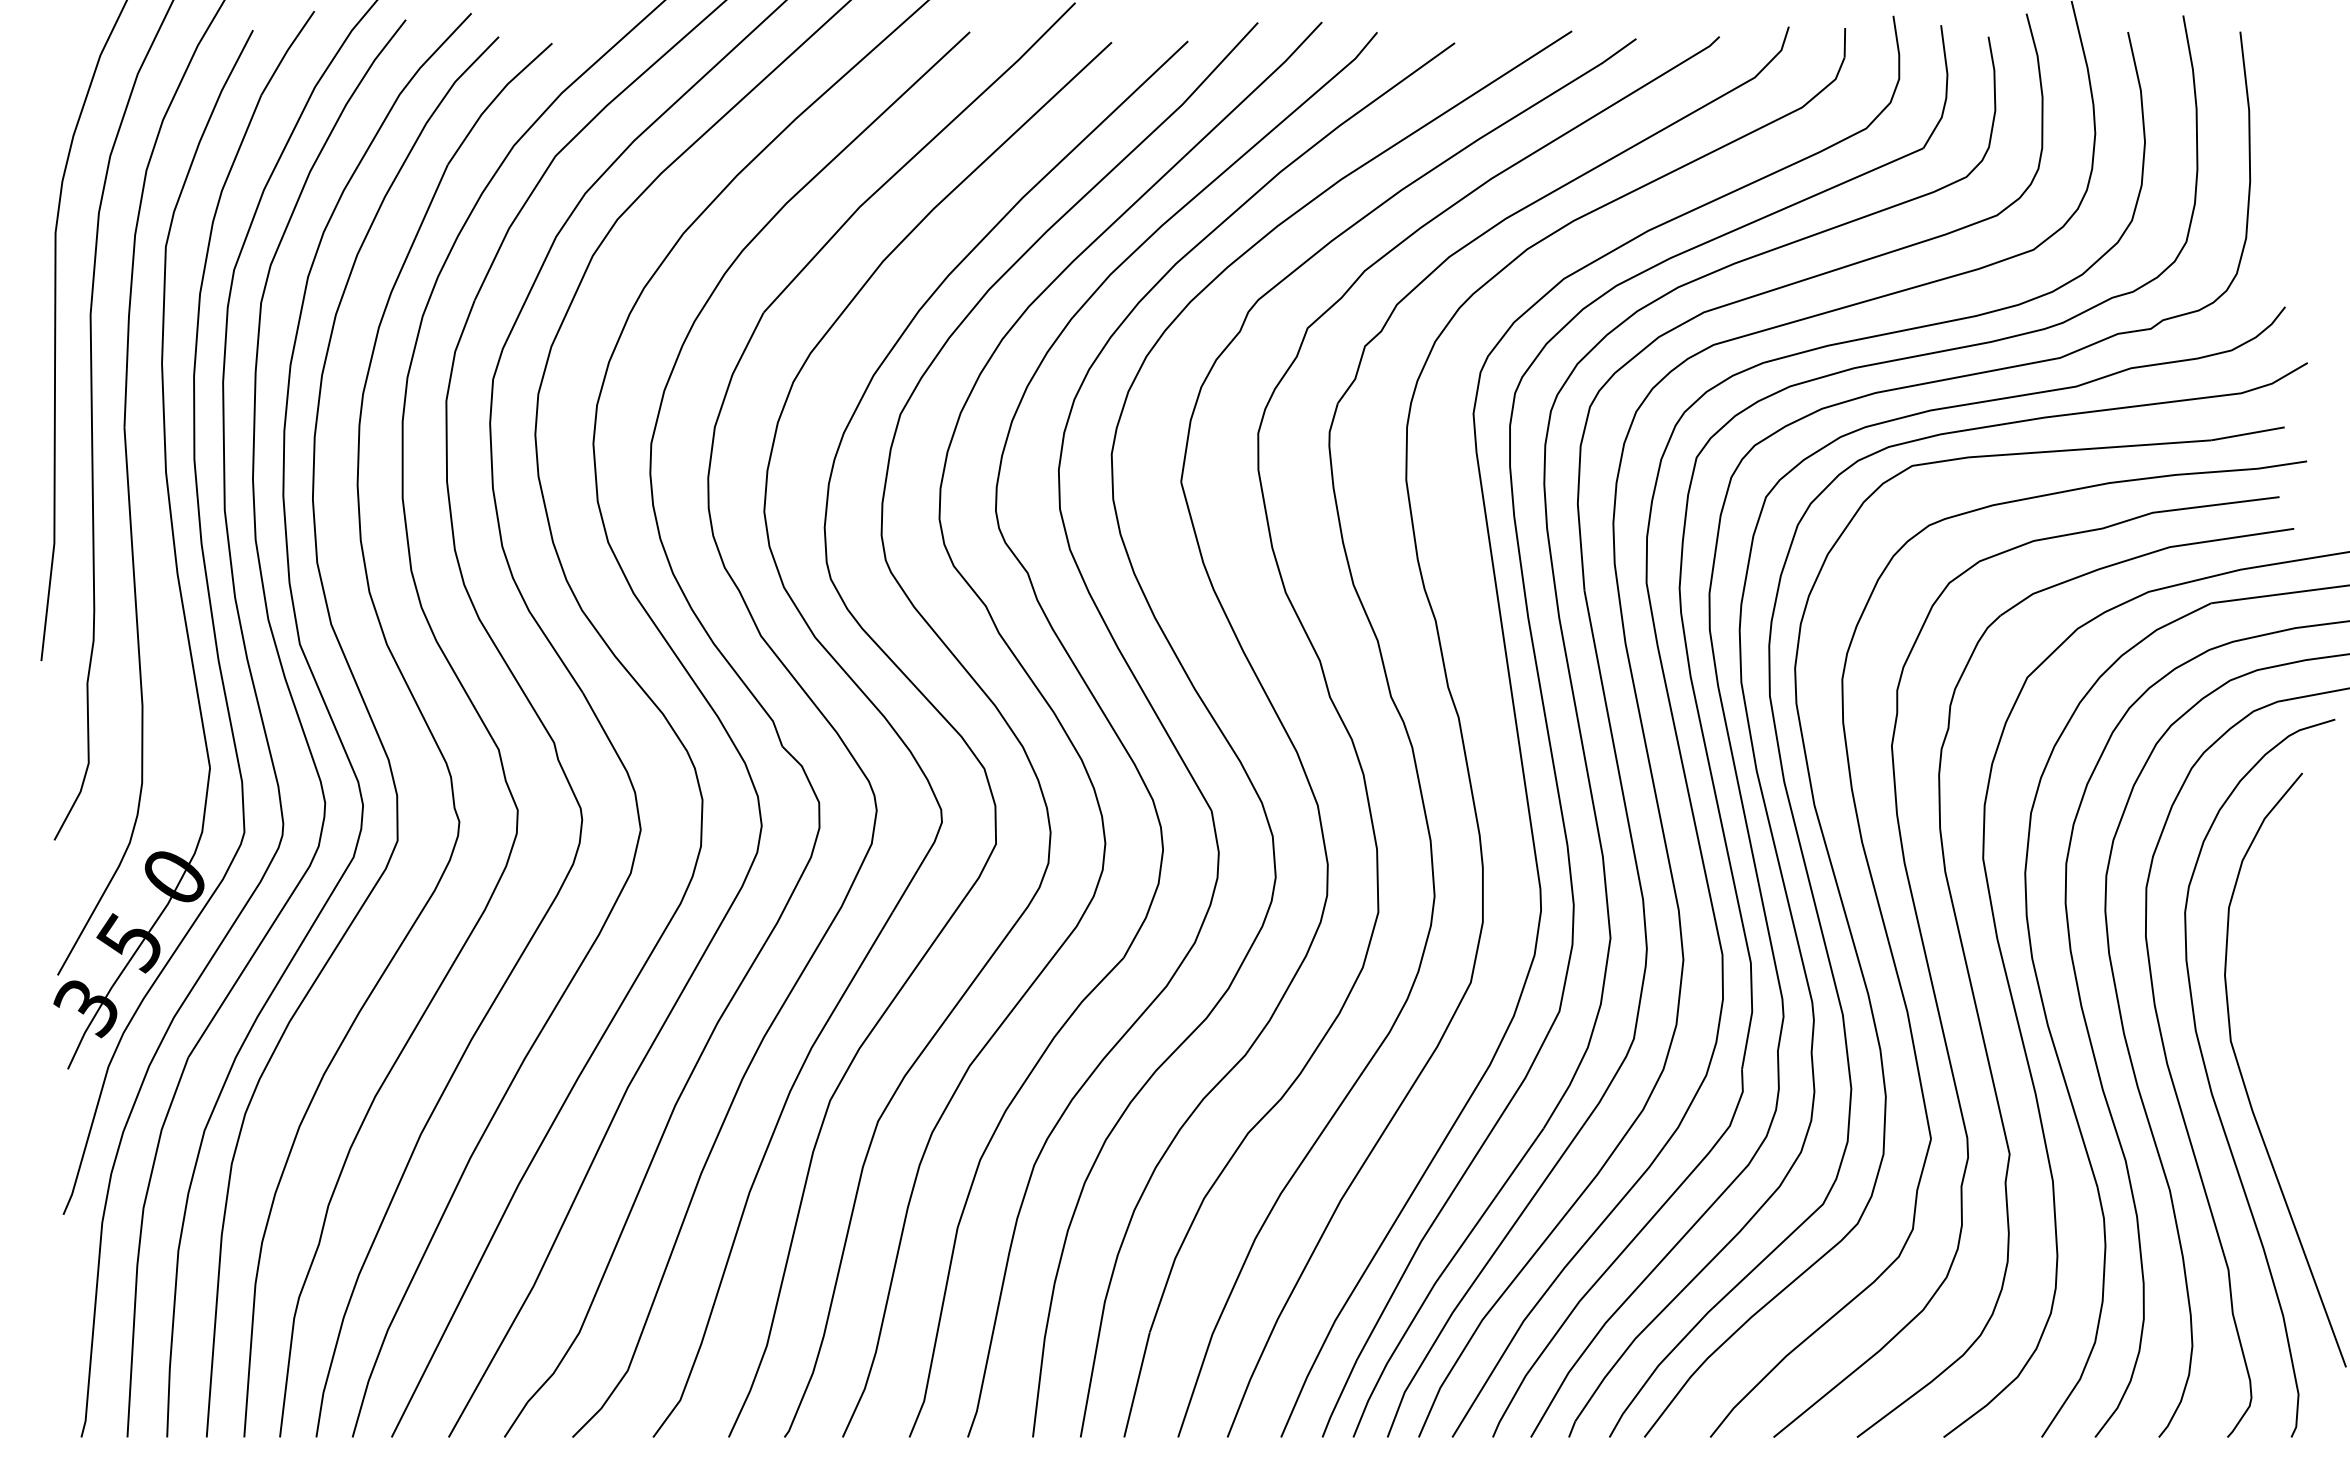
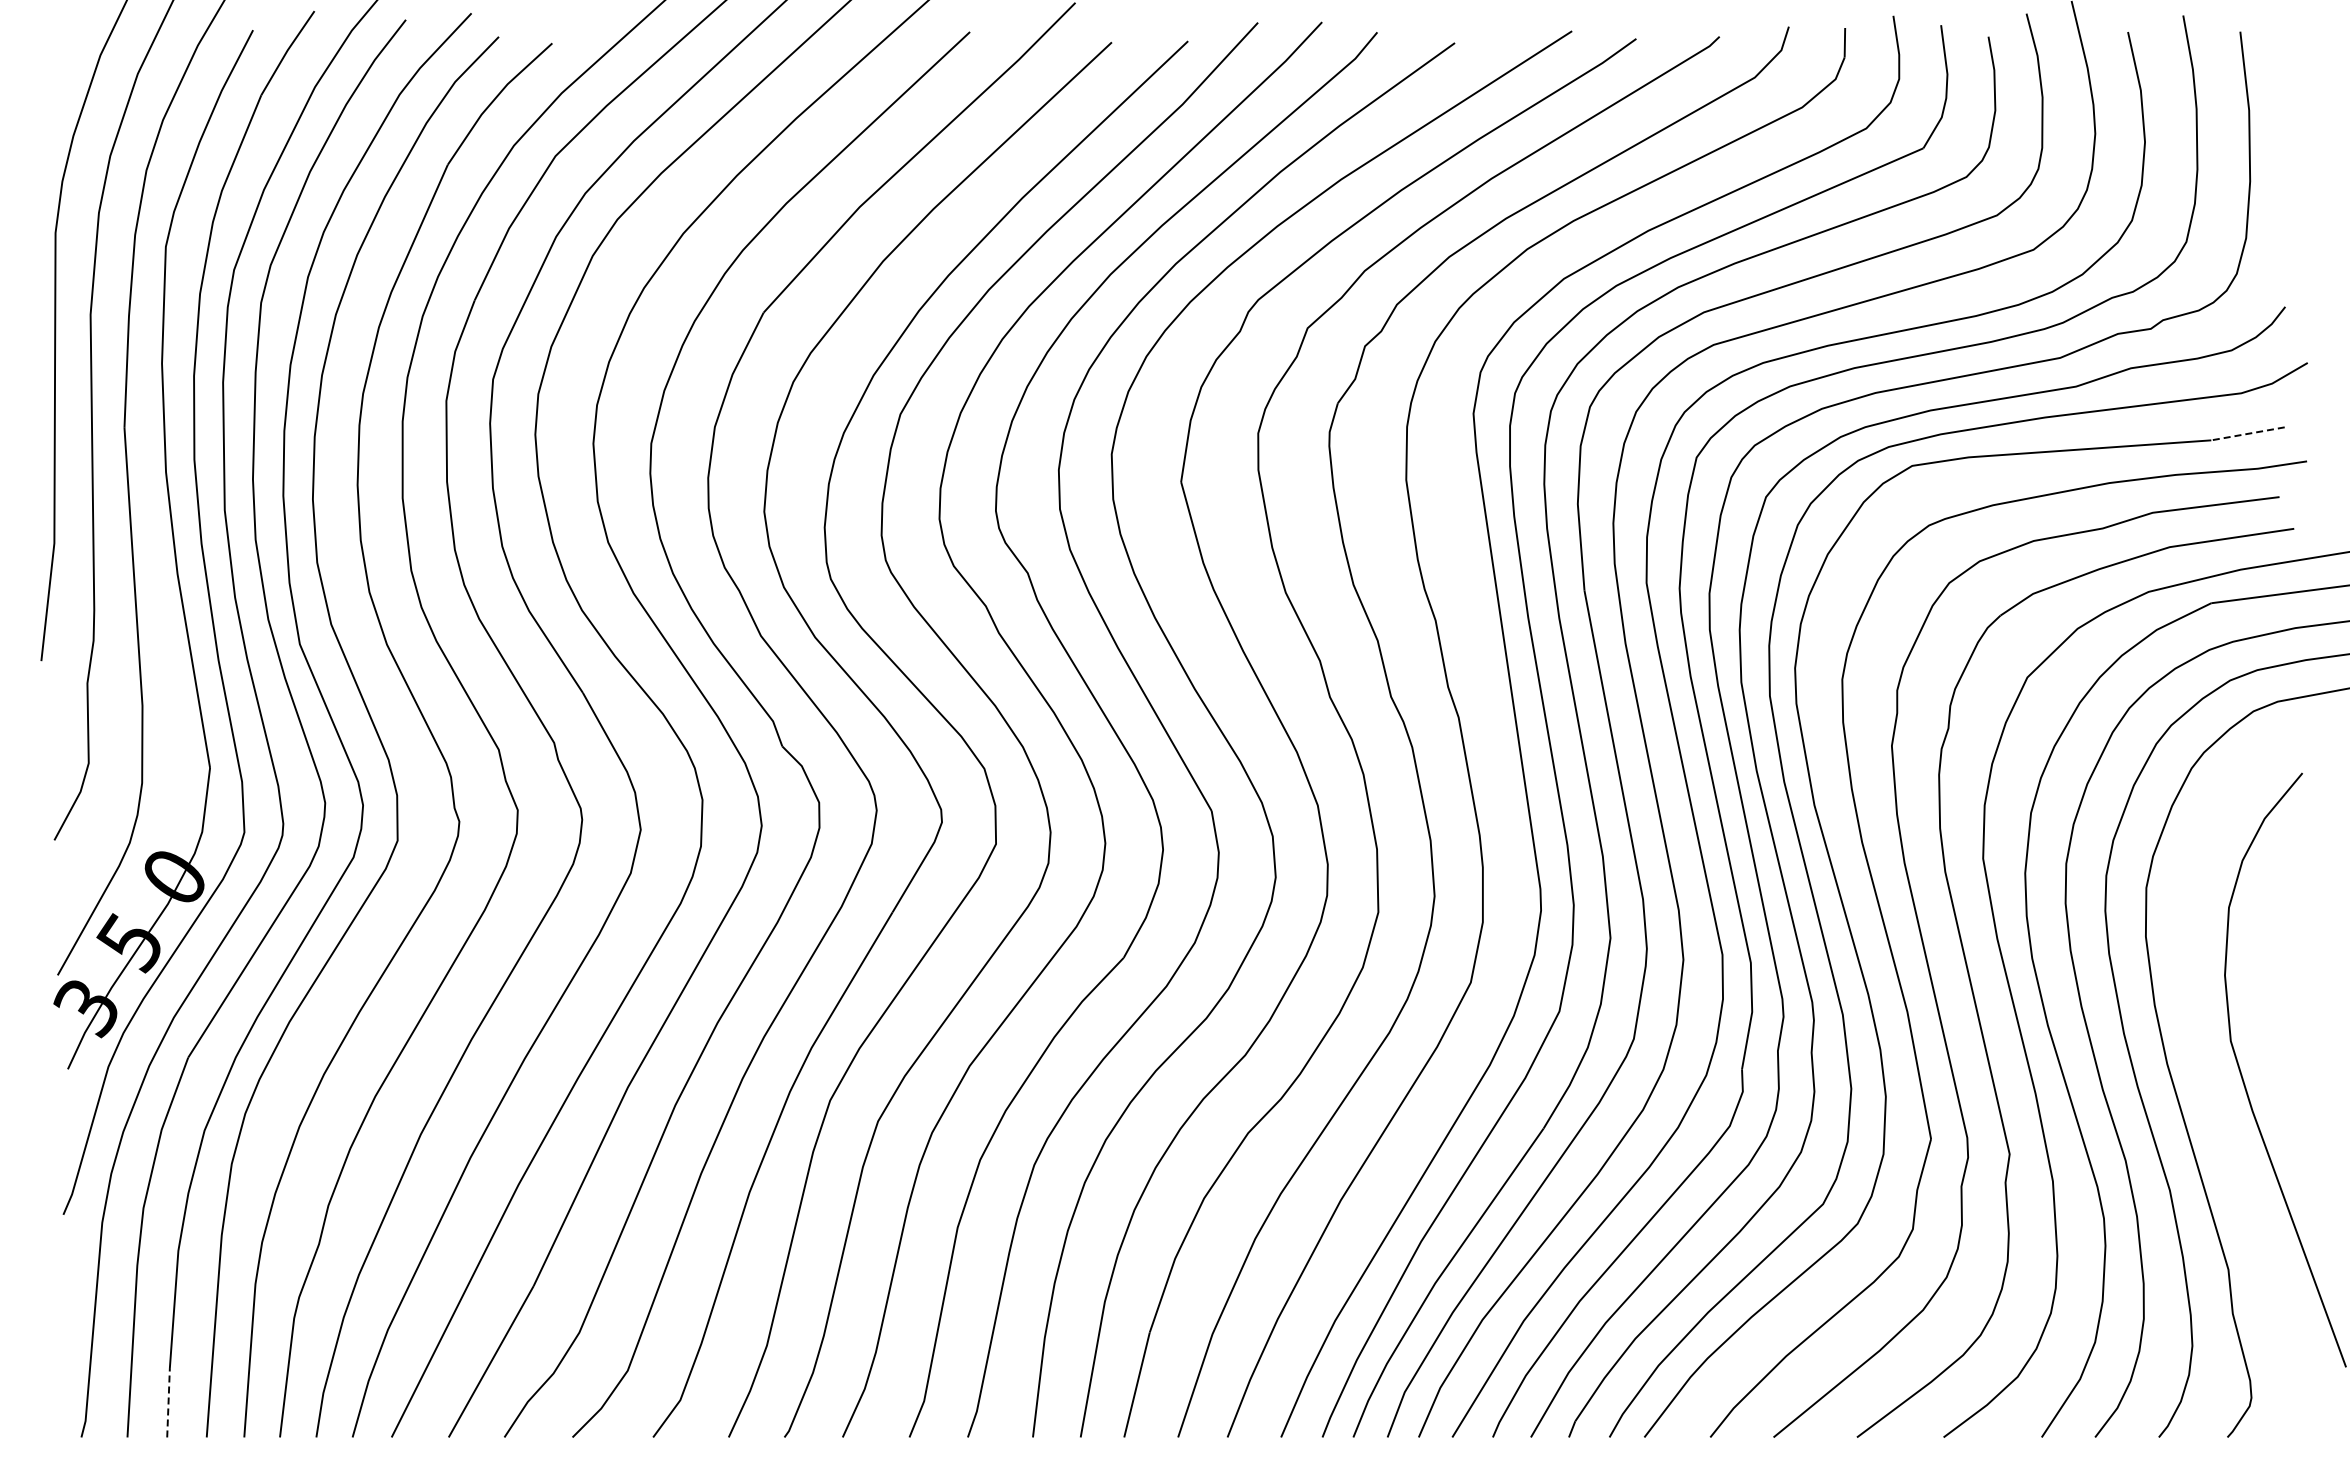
line at (2247, 433): solid -> dashed
curve at (2211, 1087): present -> none
line at (168, 1402): solid -> dashed
